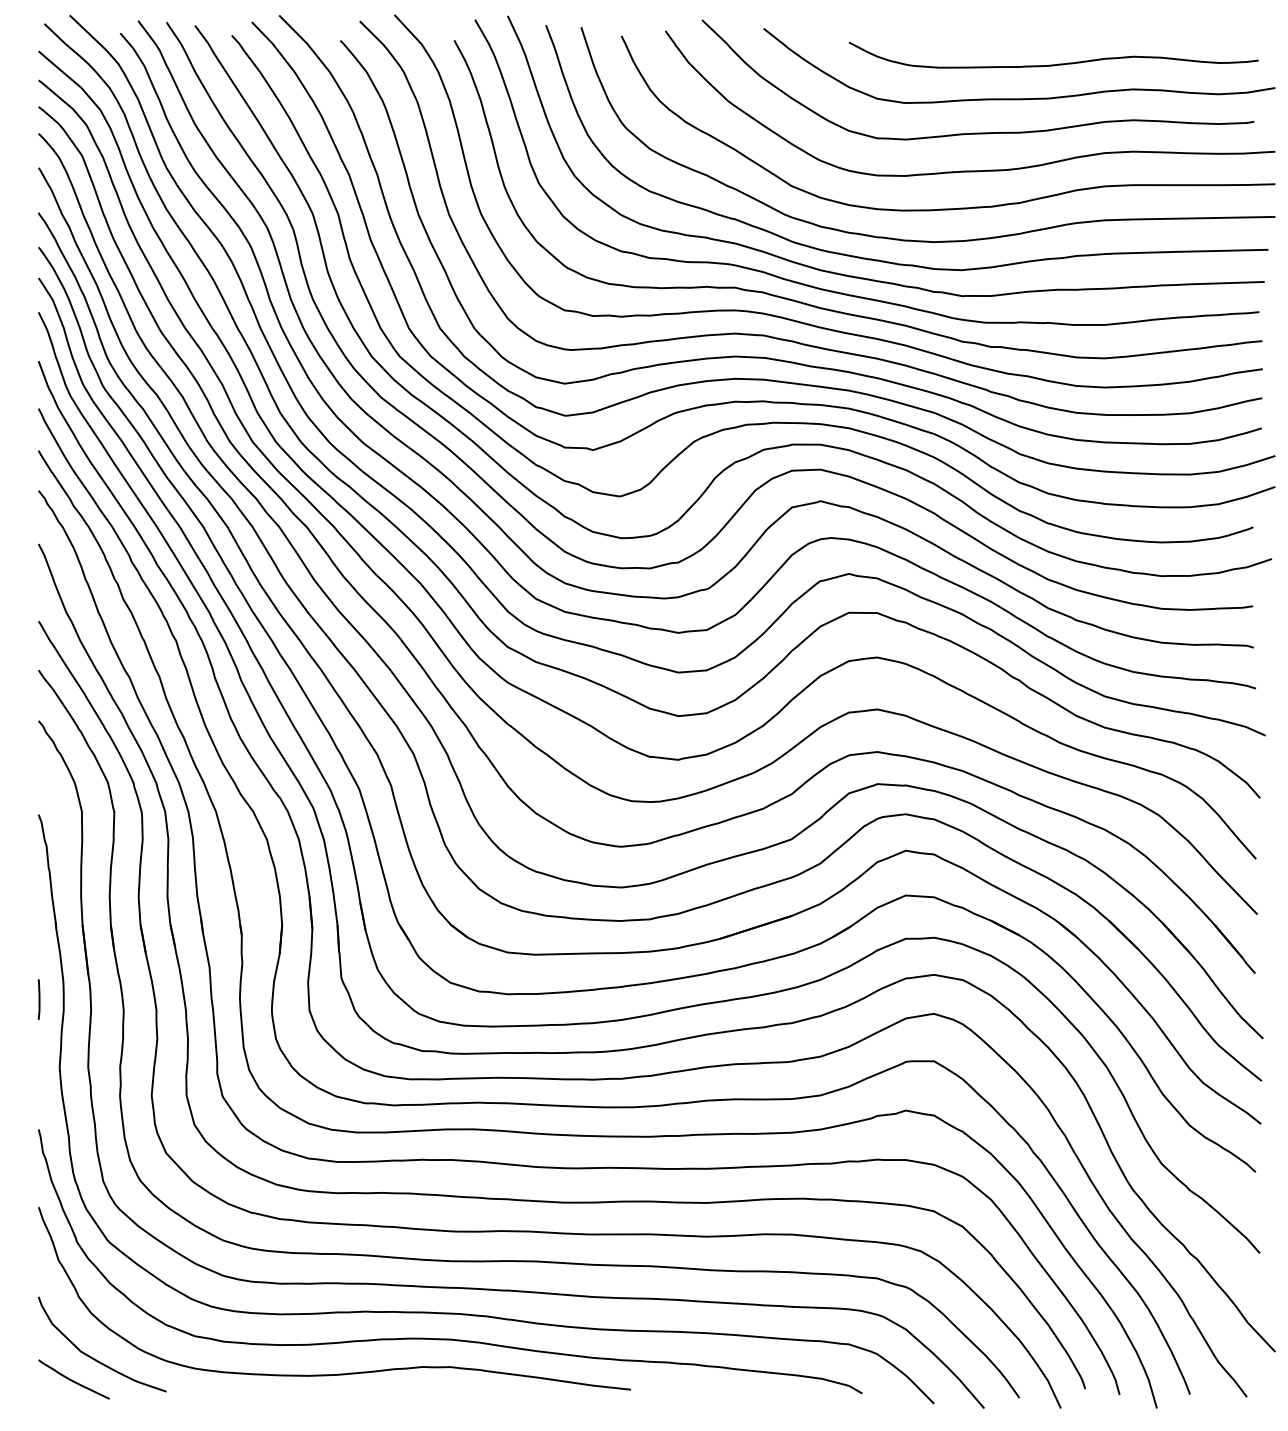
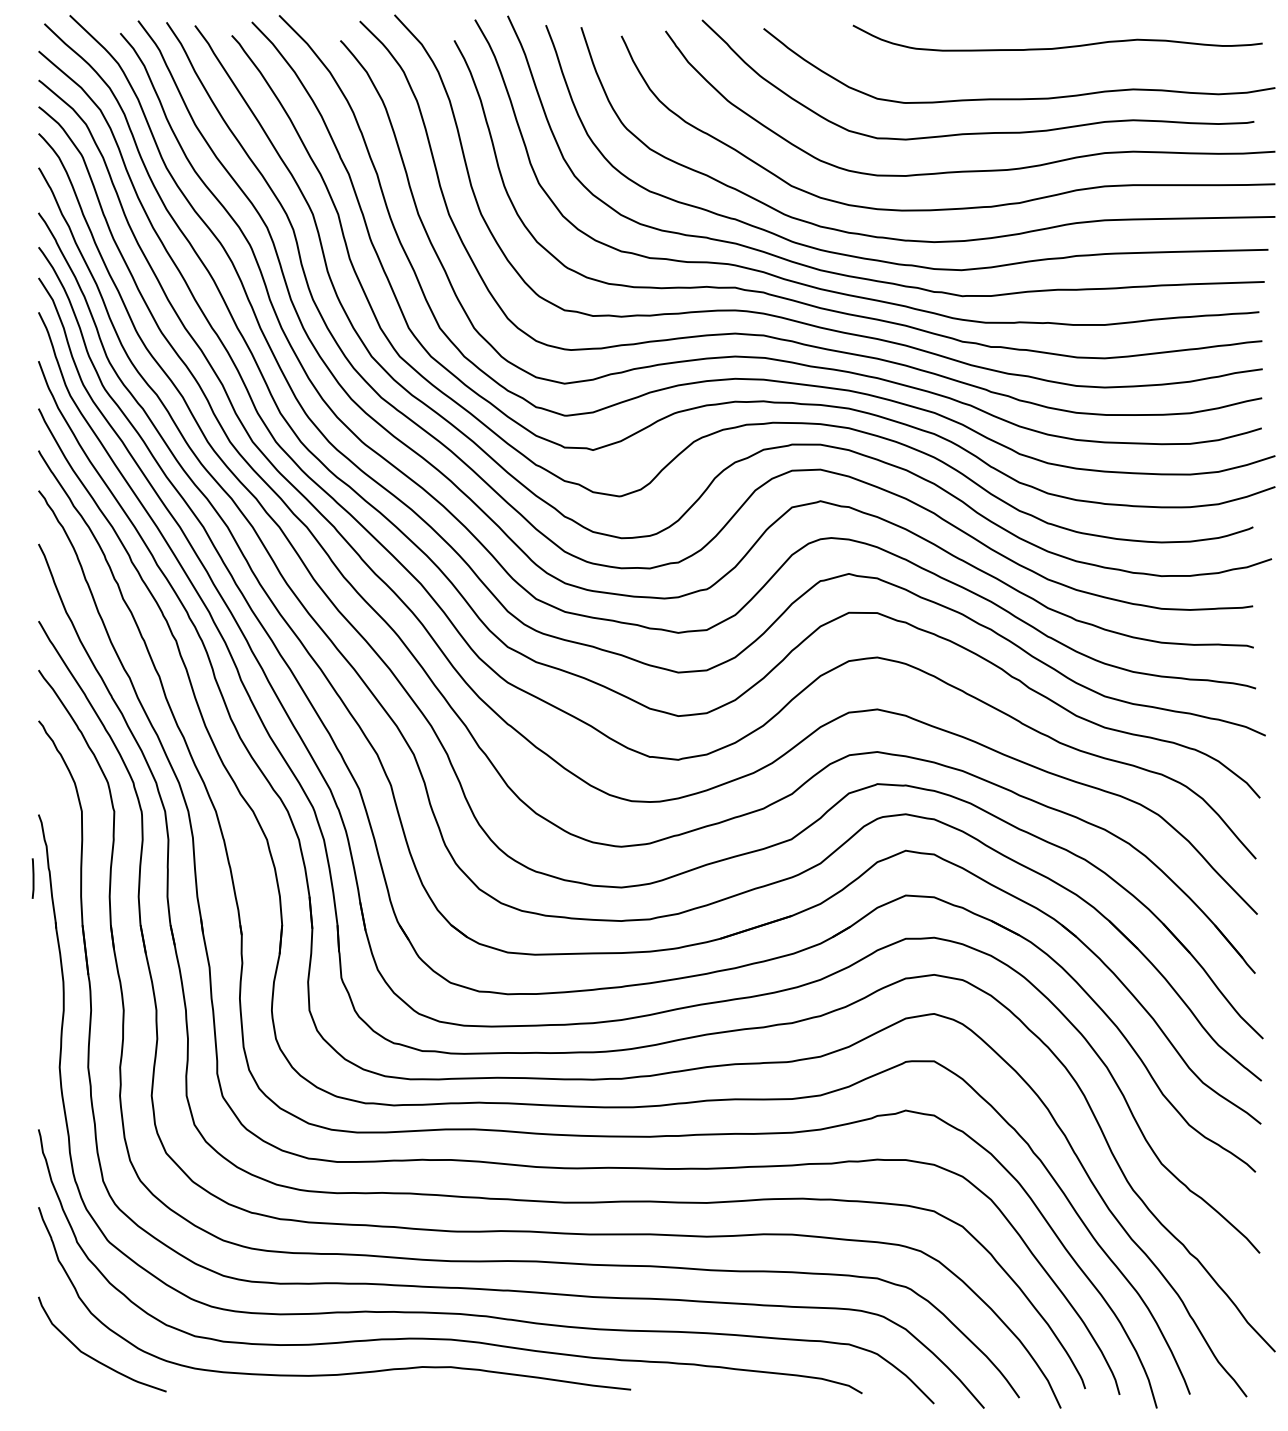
curve at (1053, 64) position: (1053, 64) -> (1057, 47)
line at (38, 999) position: (38, 999) -> (32, 878)
curve at (73, 1380): present -> none
